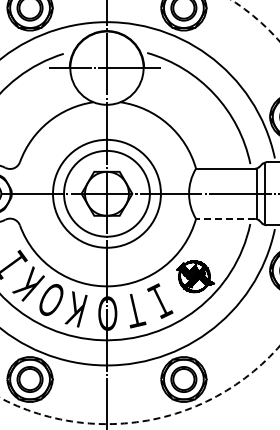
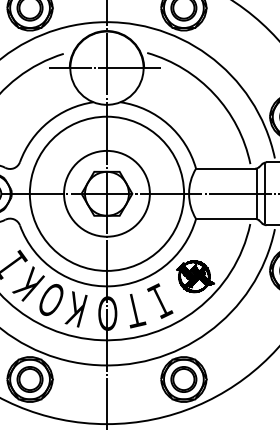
circle at (106, 193) diameter: 108 px -> 154 px
circle at (139, 212): dashed -> solid
line at (225, 218): dashed -> solid
